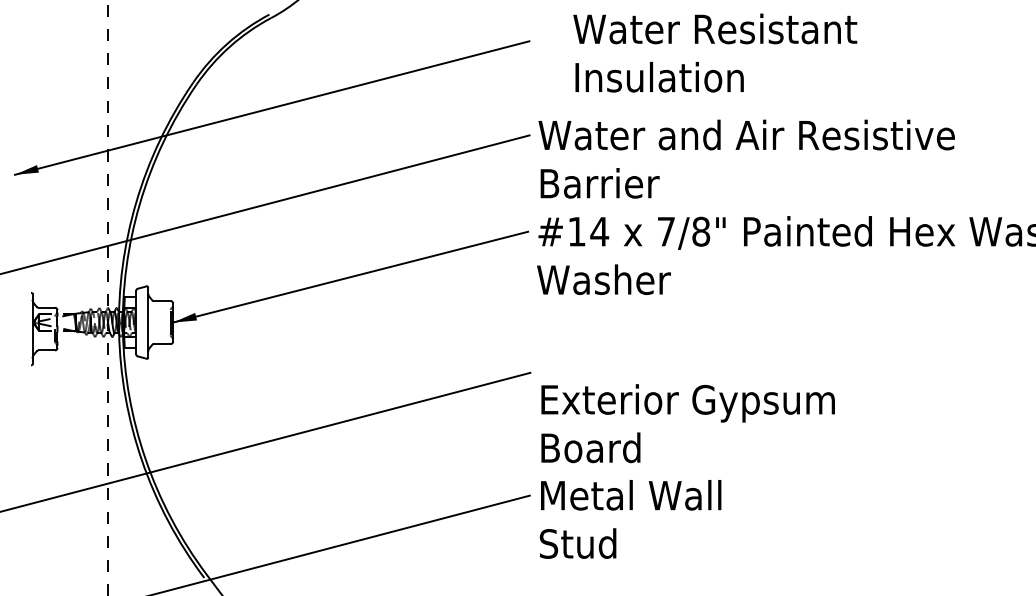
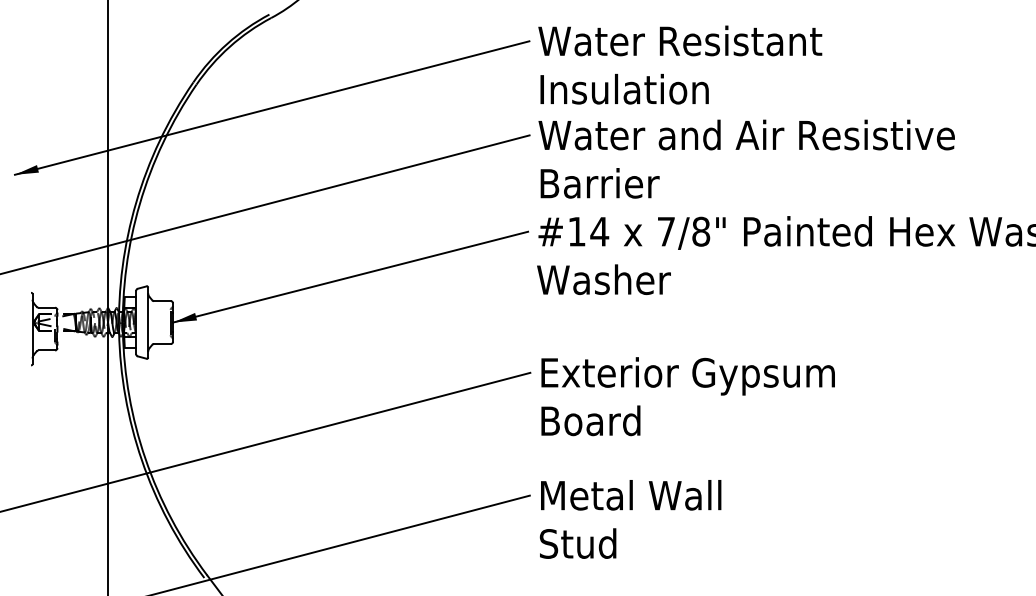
text at (715, 52) position: (715, 52) -> (680, 64)
line at (107, 298): dashed -> solid
text at (687, 423) position: (687, 423) -> (687, 396)
